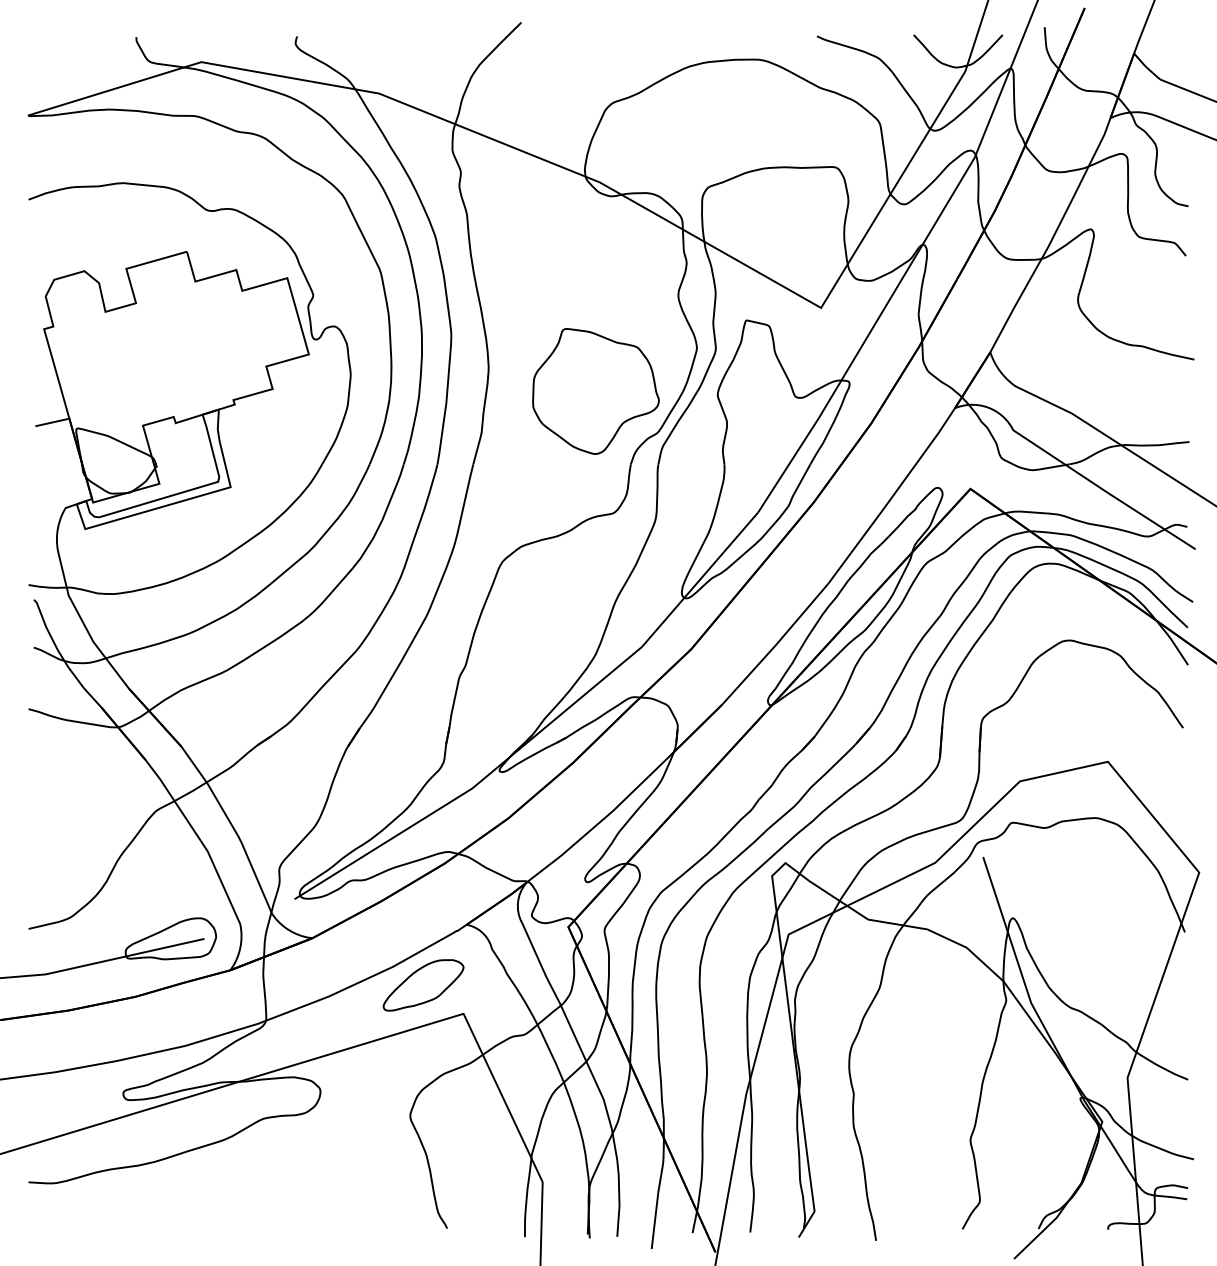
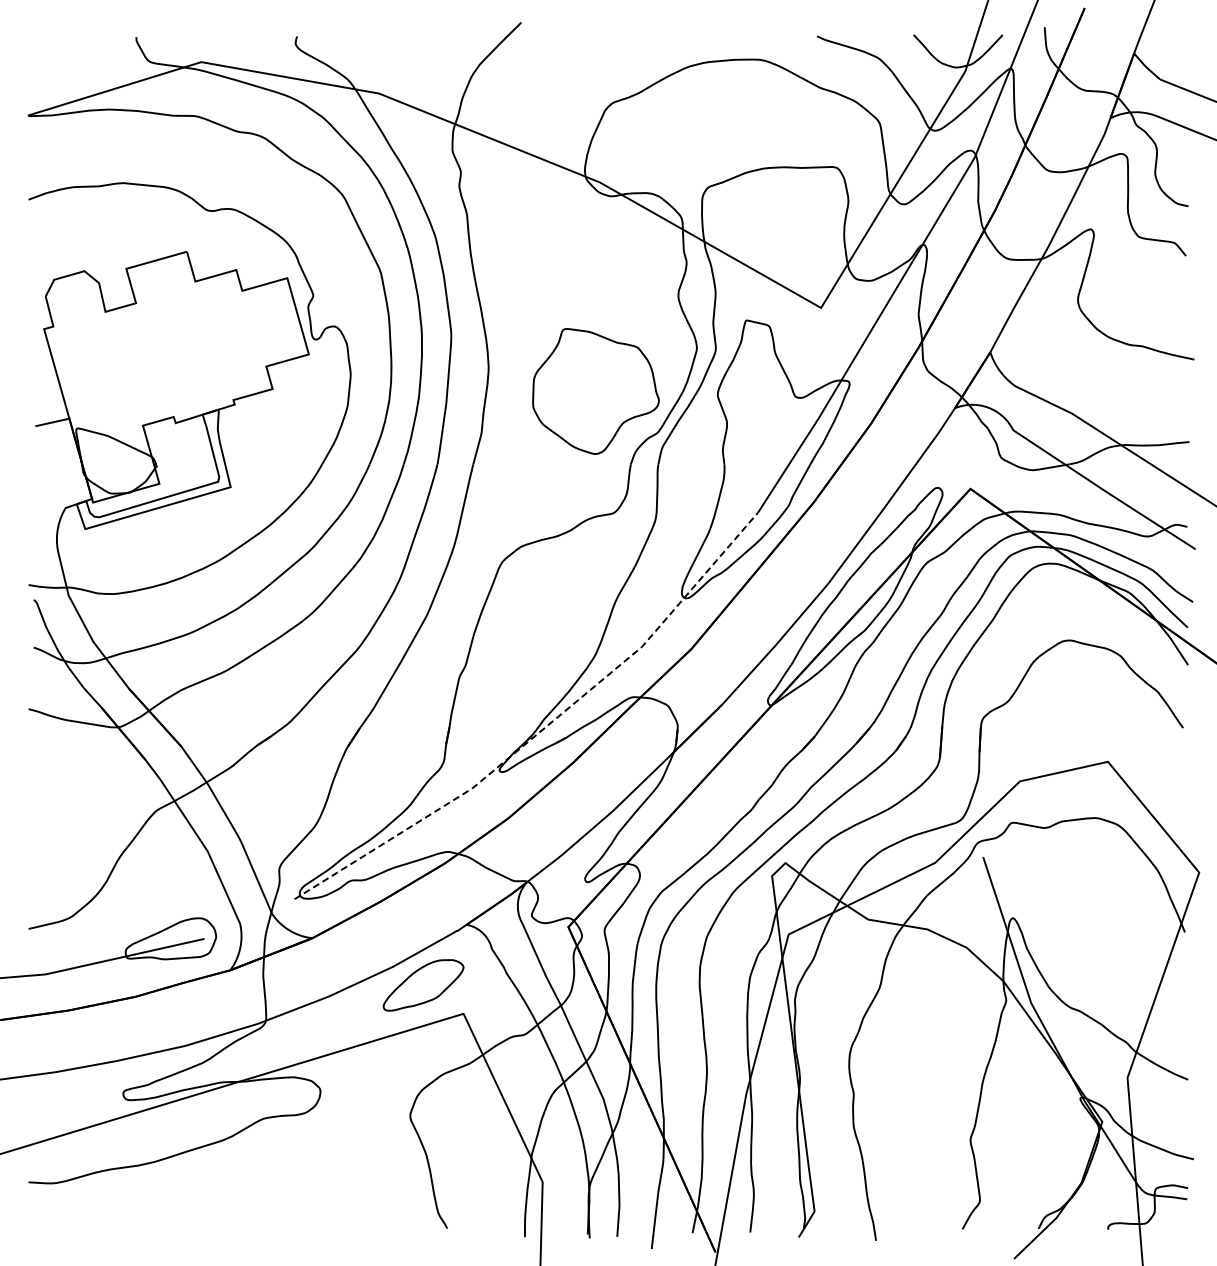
line at (545, 727): solid -> dashed
